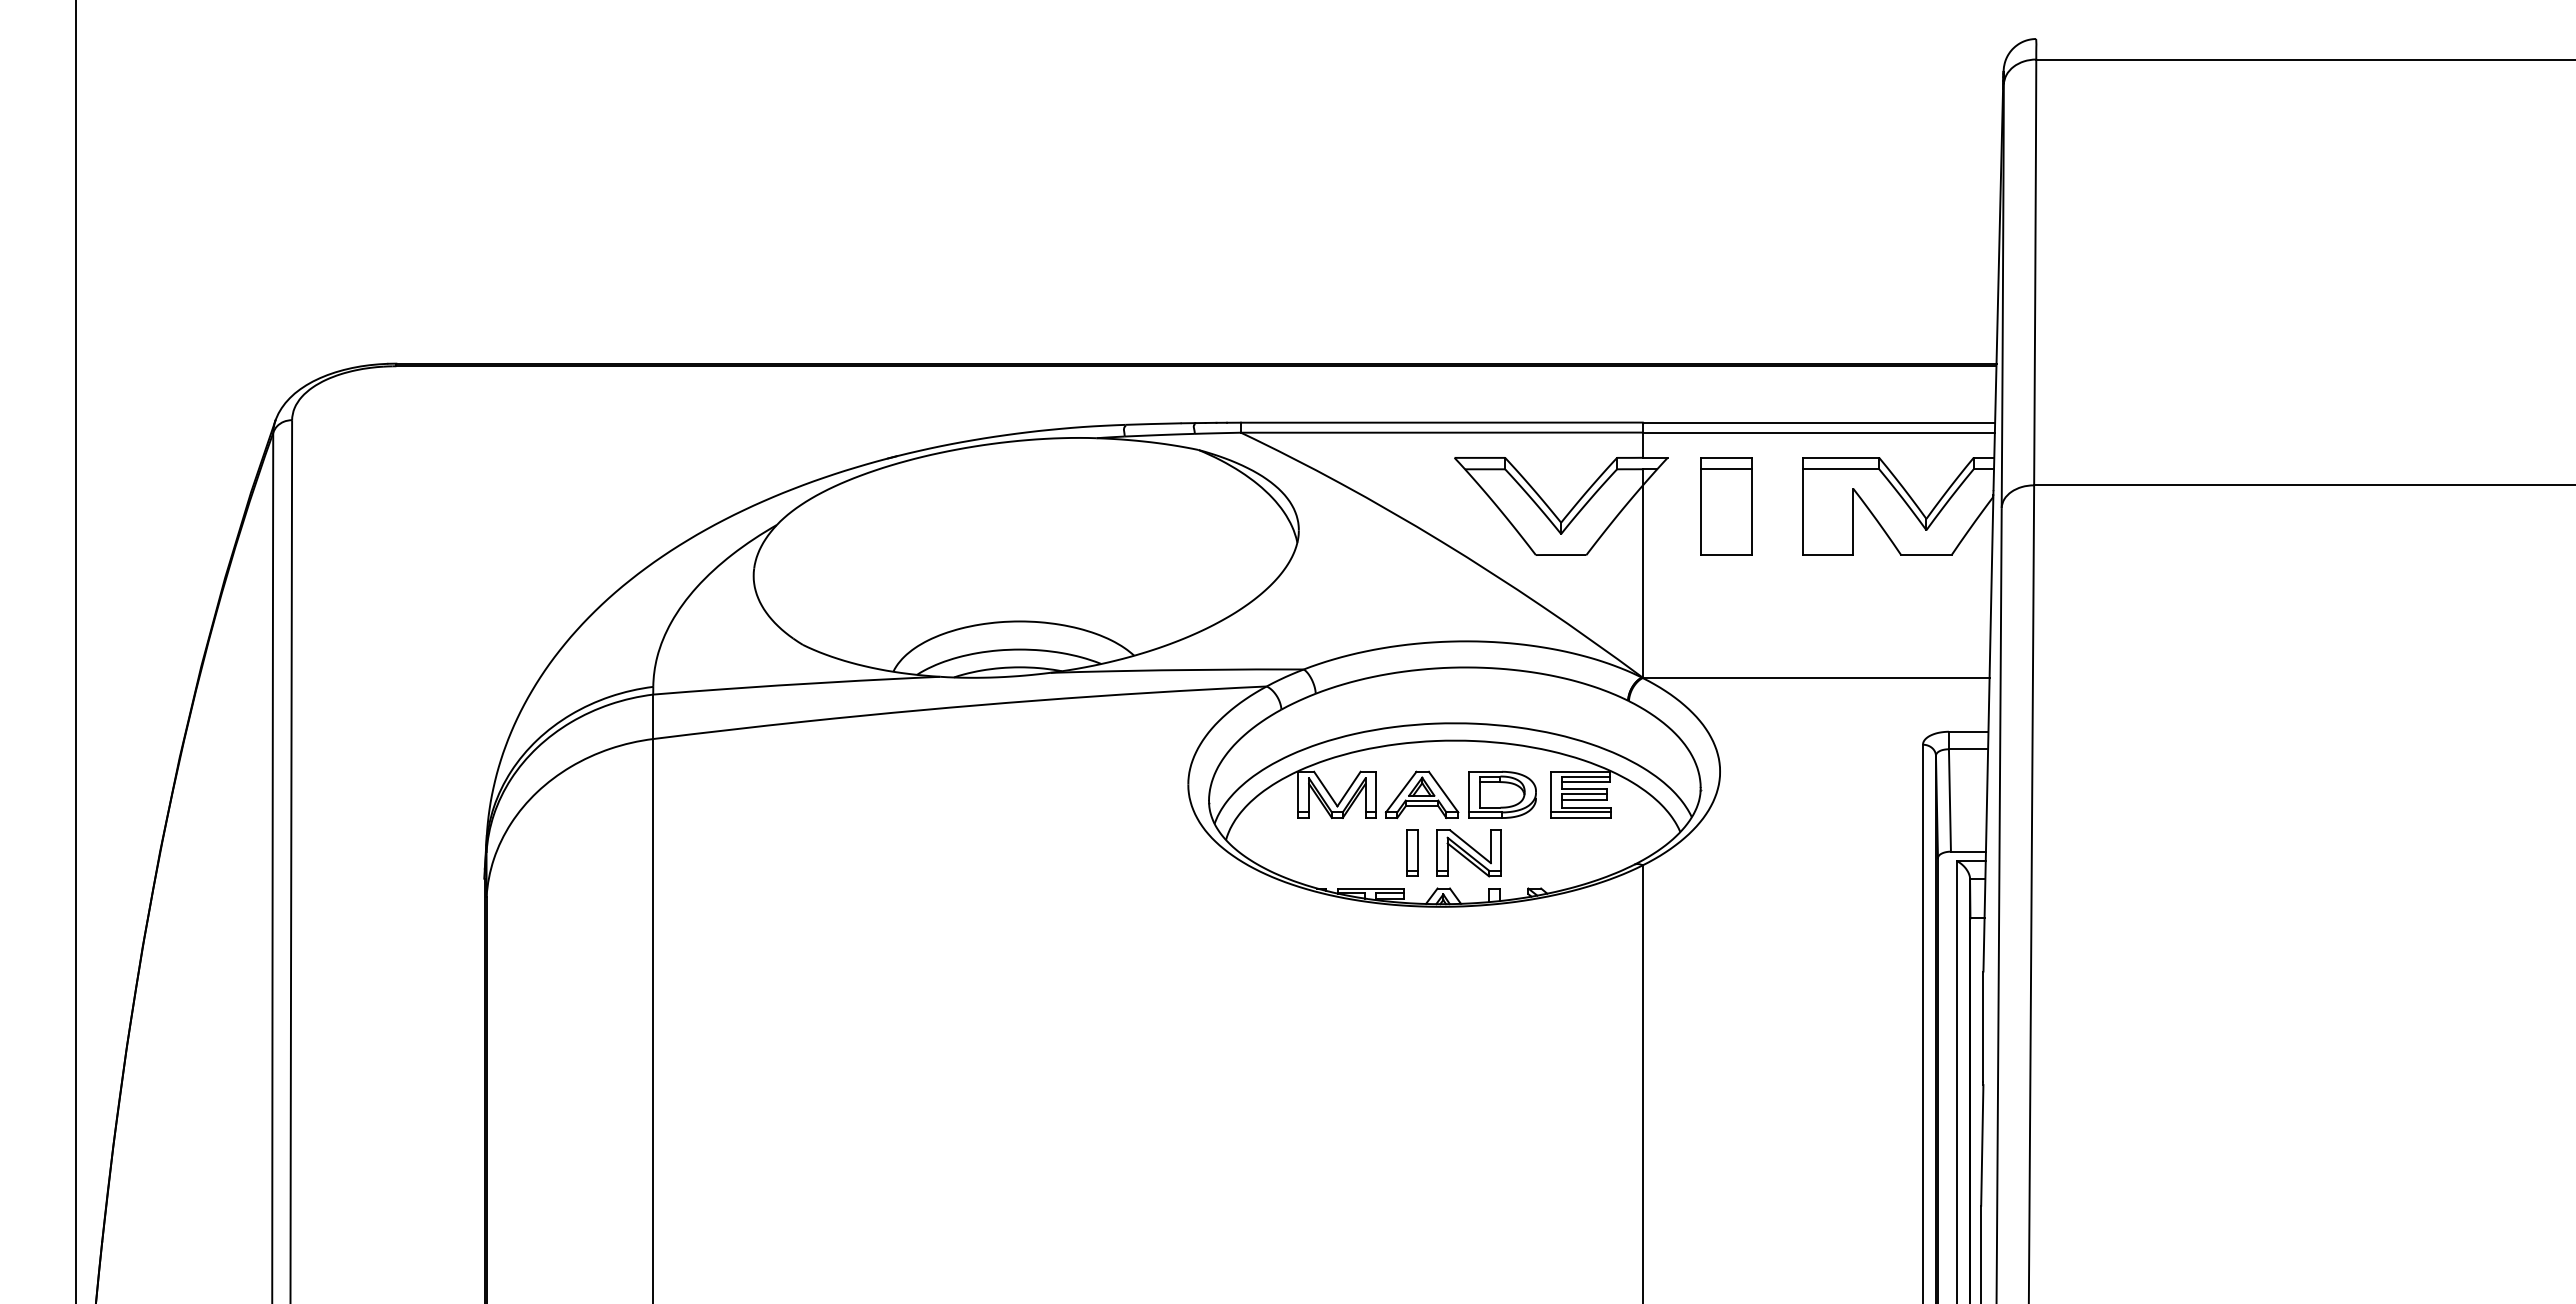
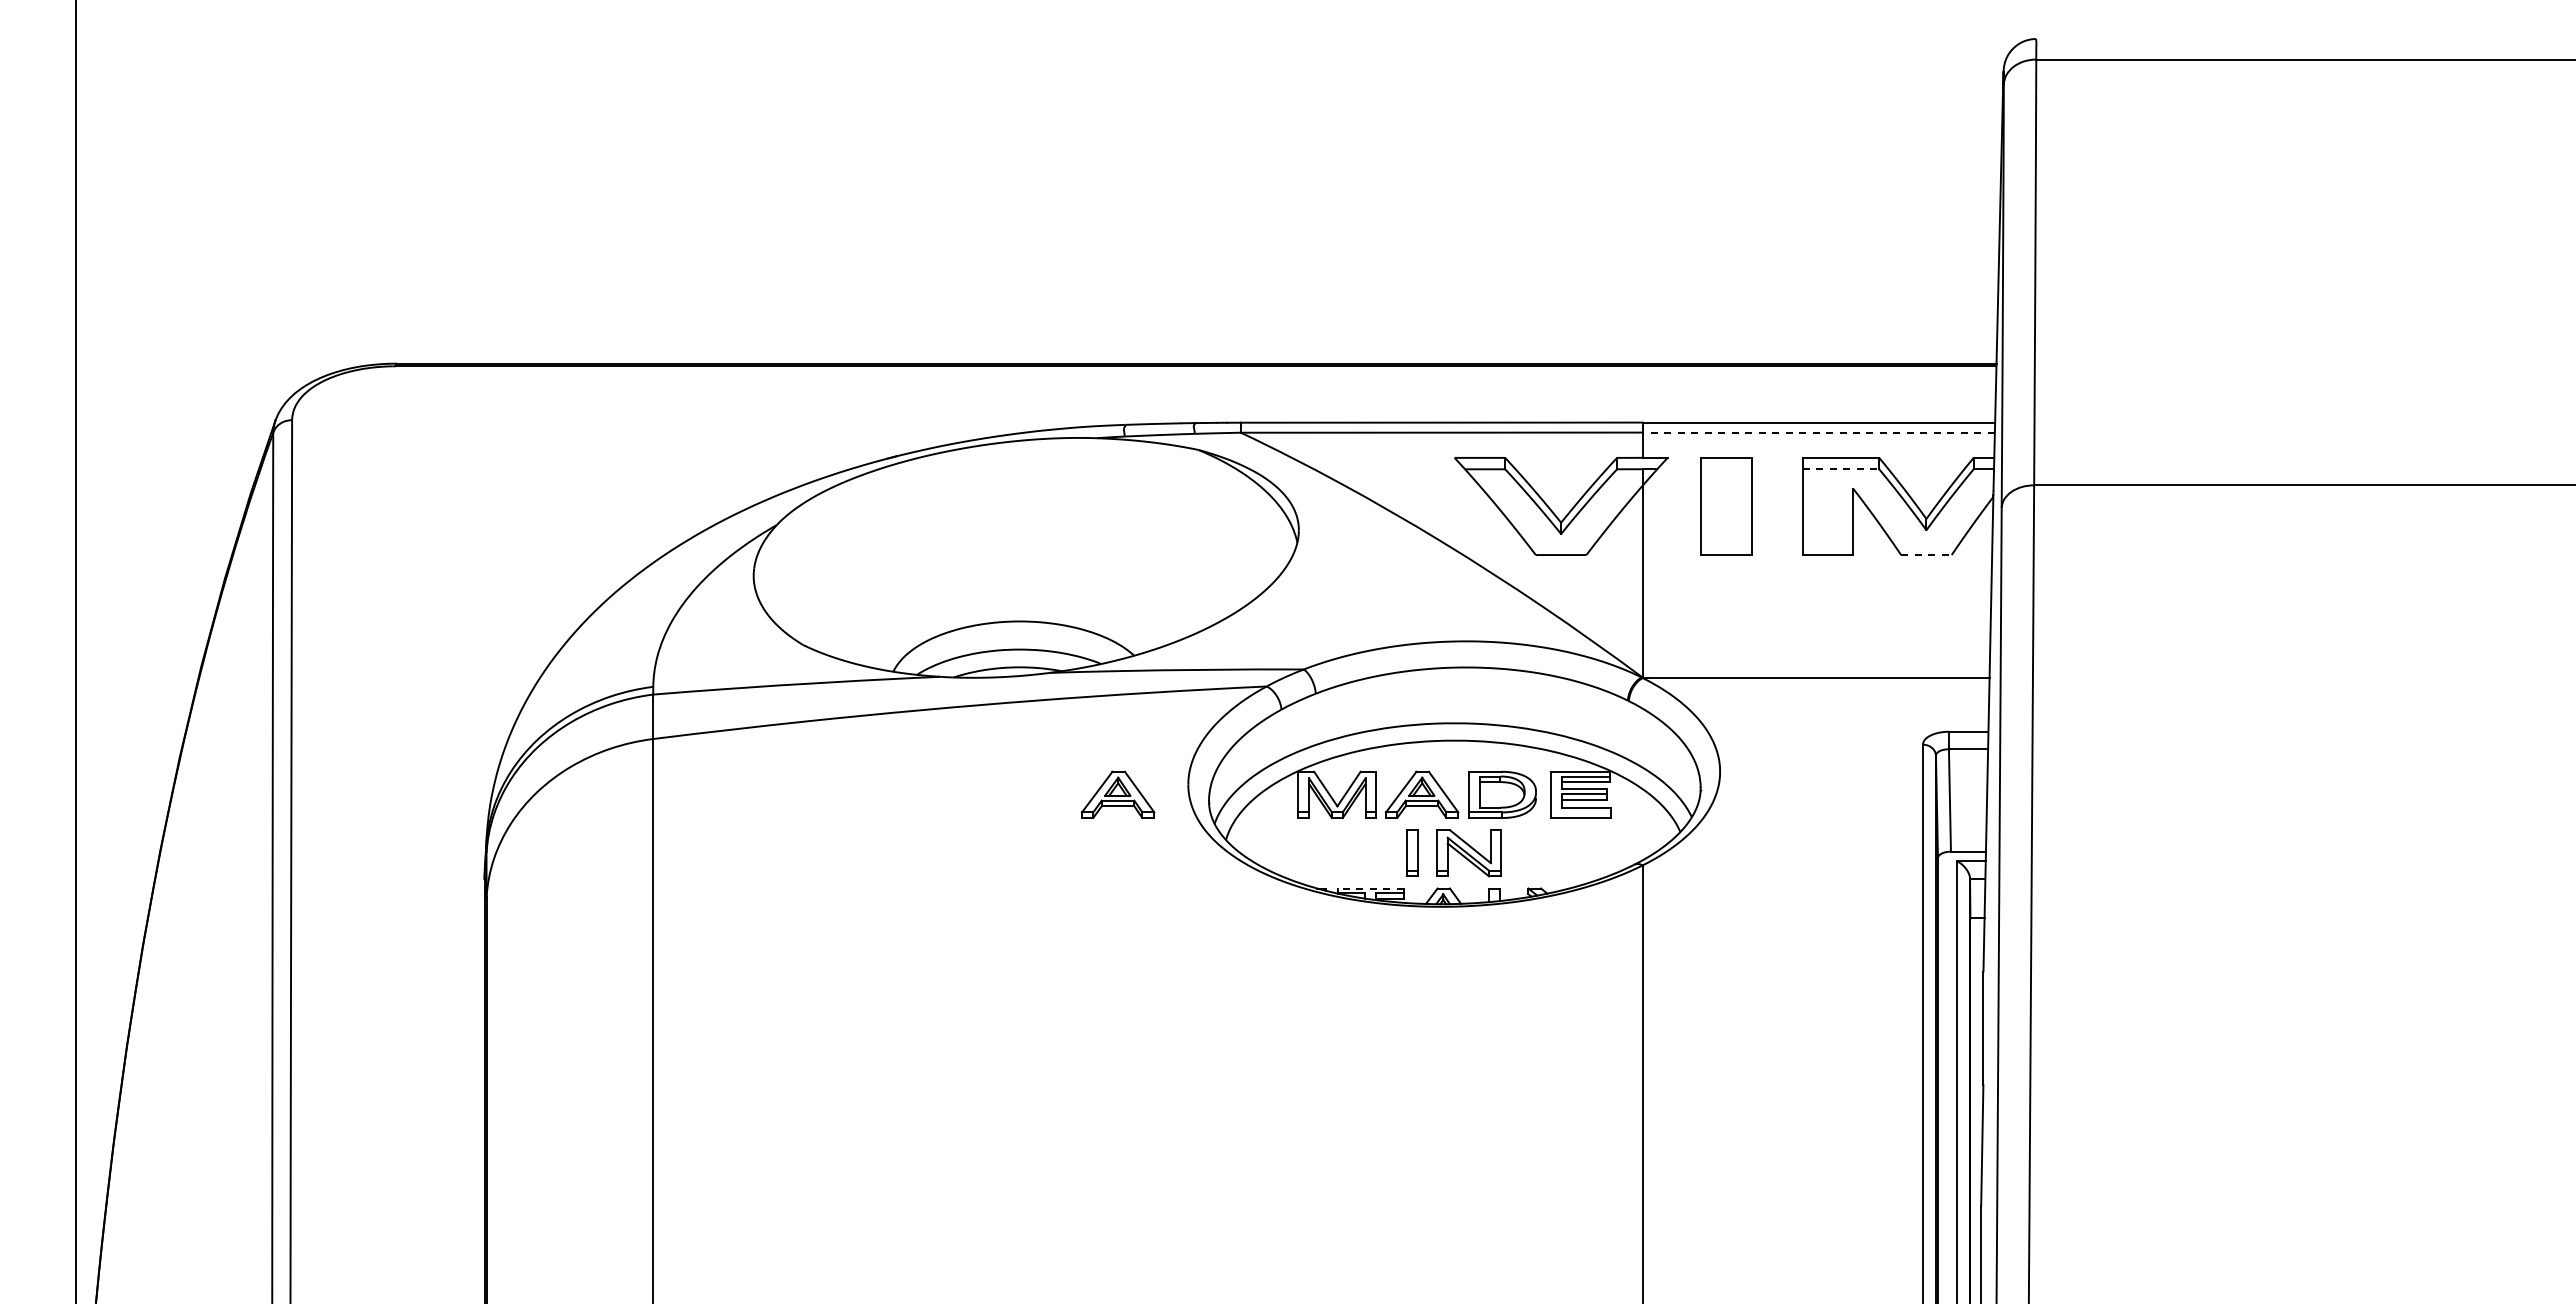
line at (1818, 432): solid -> dashed
line at (1726, 469): present -> none
line at (1841, 469): solid -> dashed
line at (1926, 555): solid -> dashed
part at (1117, 794): none -> present
line at (1581, 812): present -> none
line at (1370, 888): solid -> dashed
